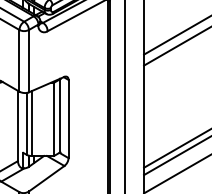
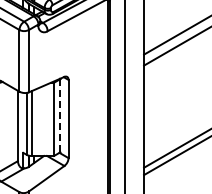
line at (60, 115): solid -> dashed
line at (178, 173): present -> none
